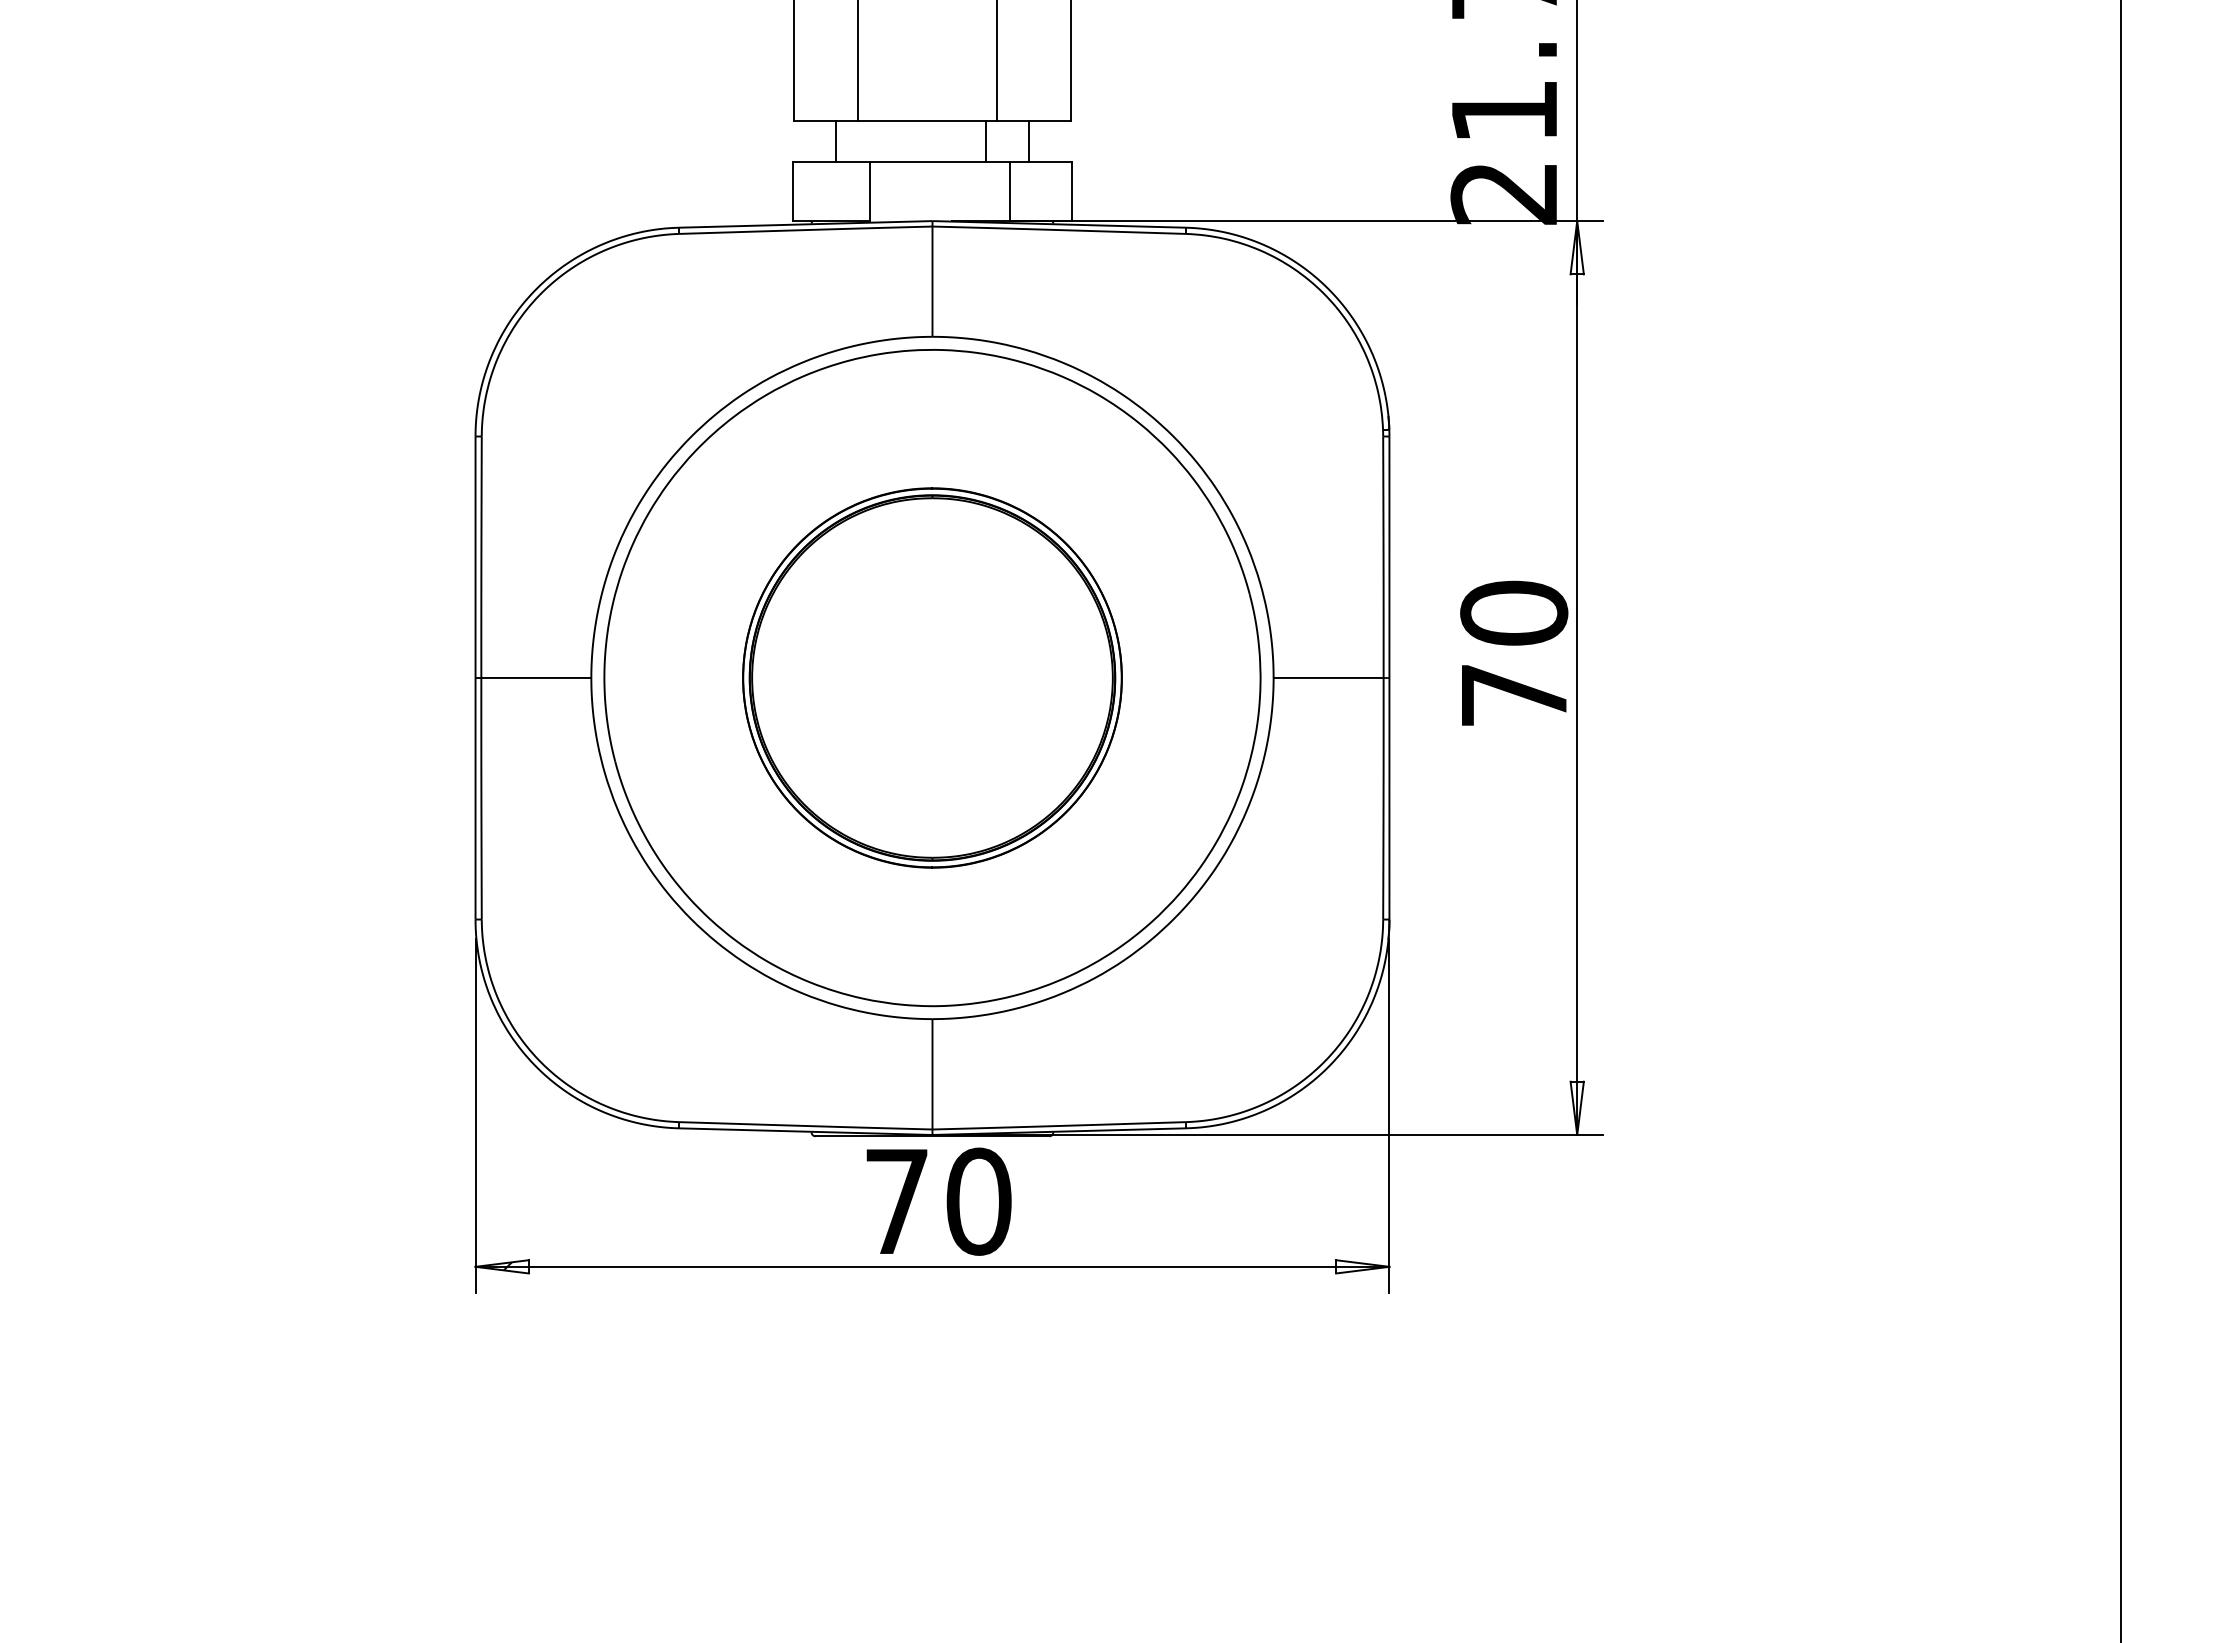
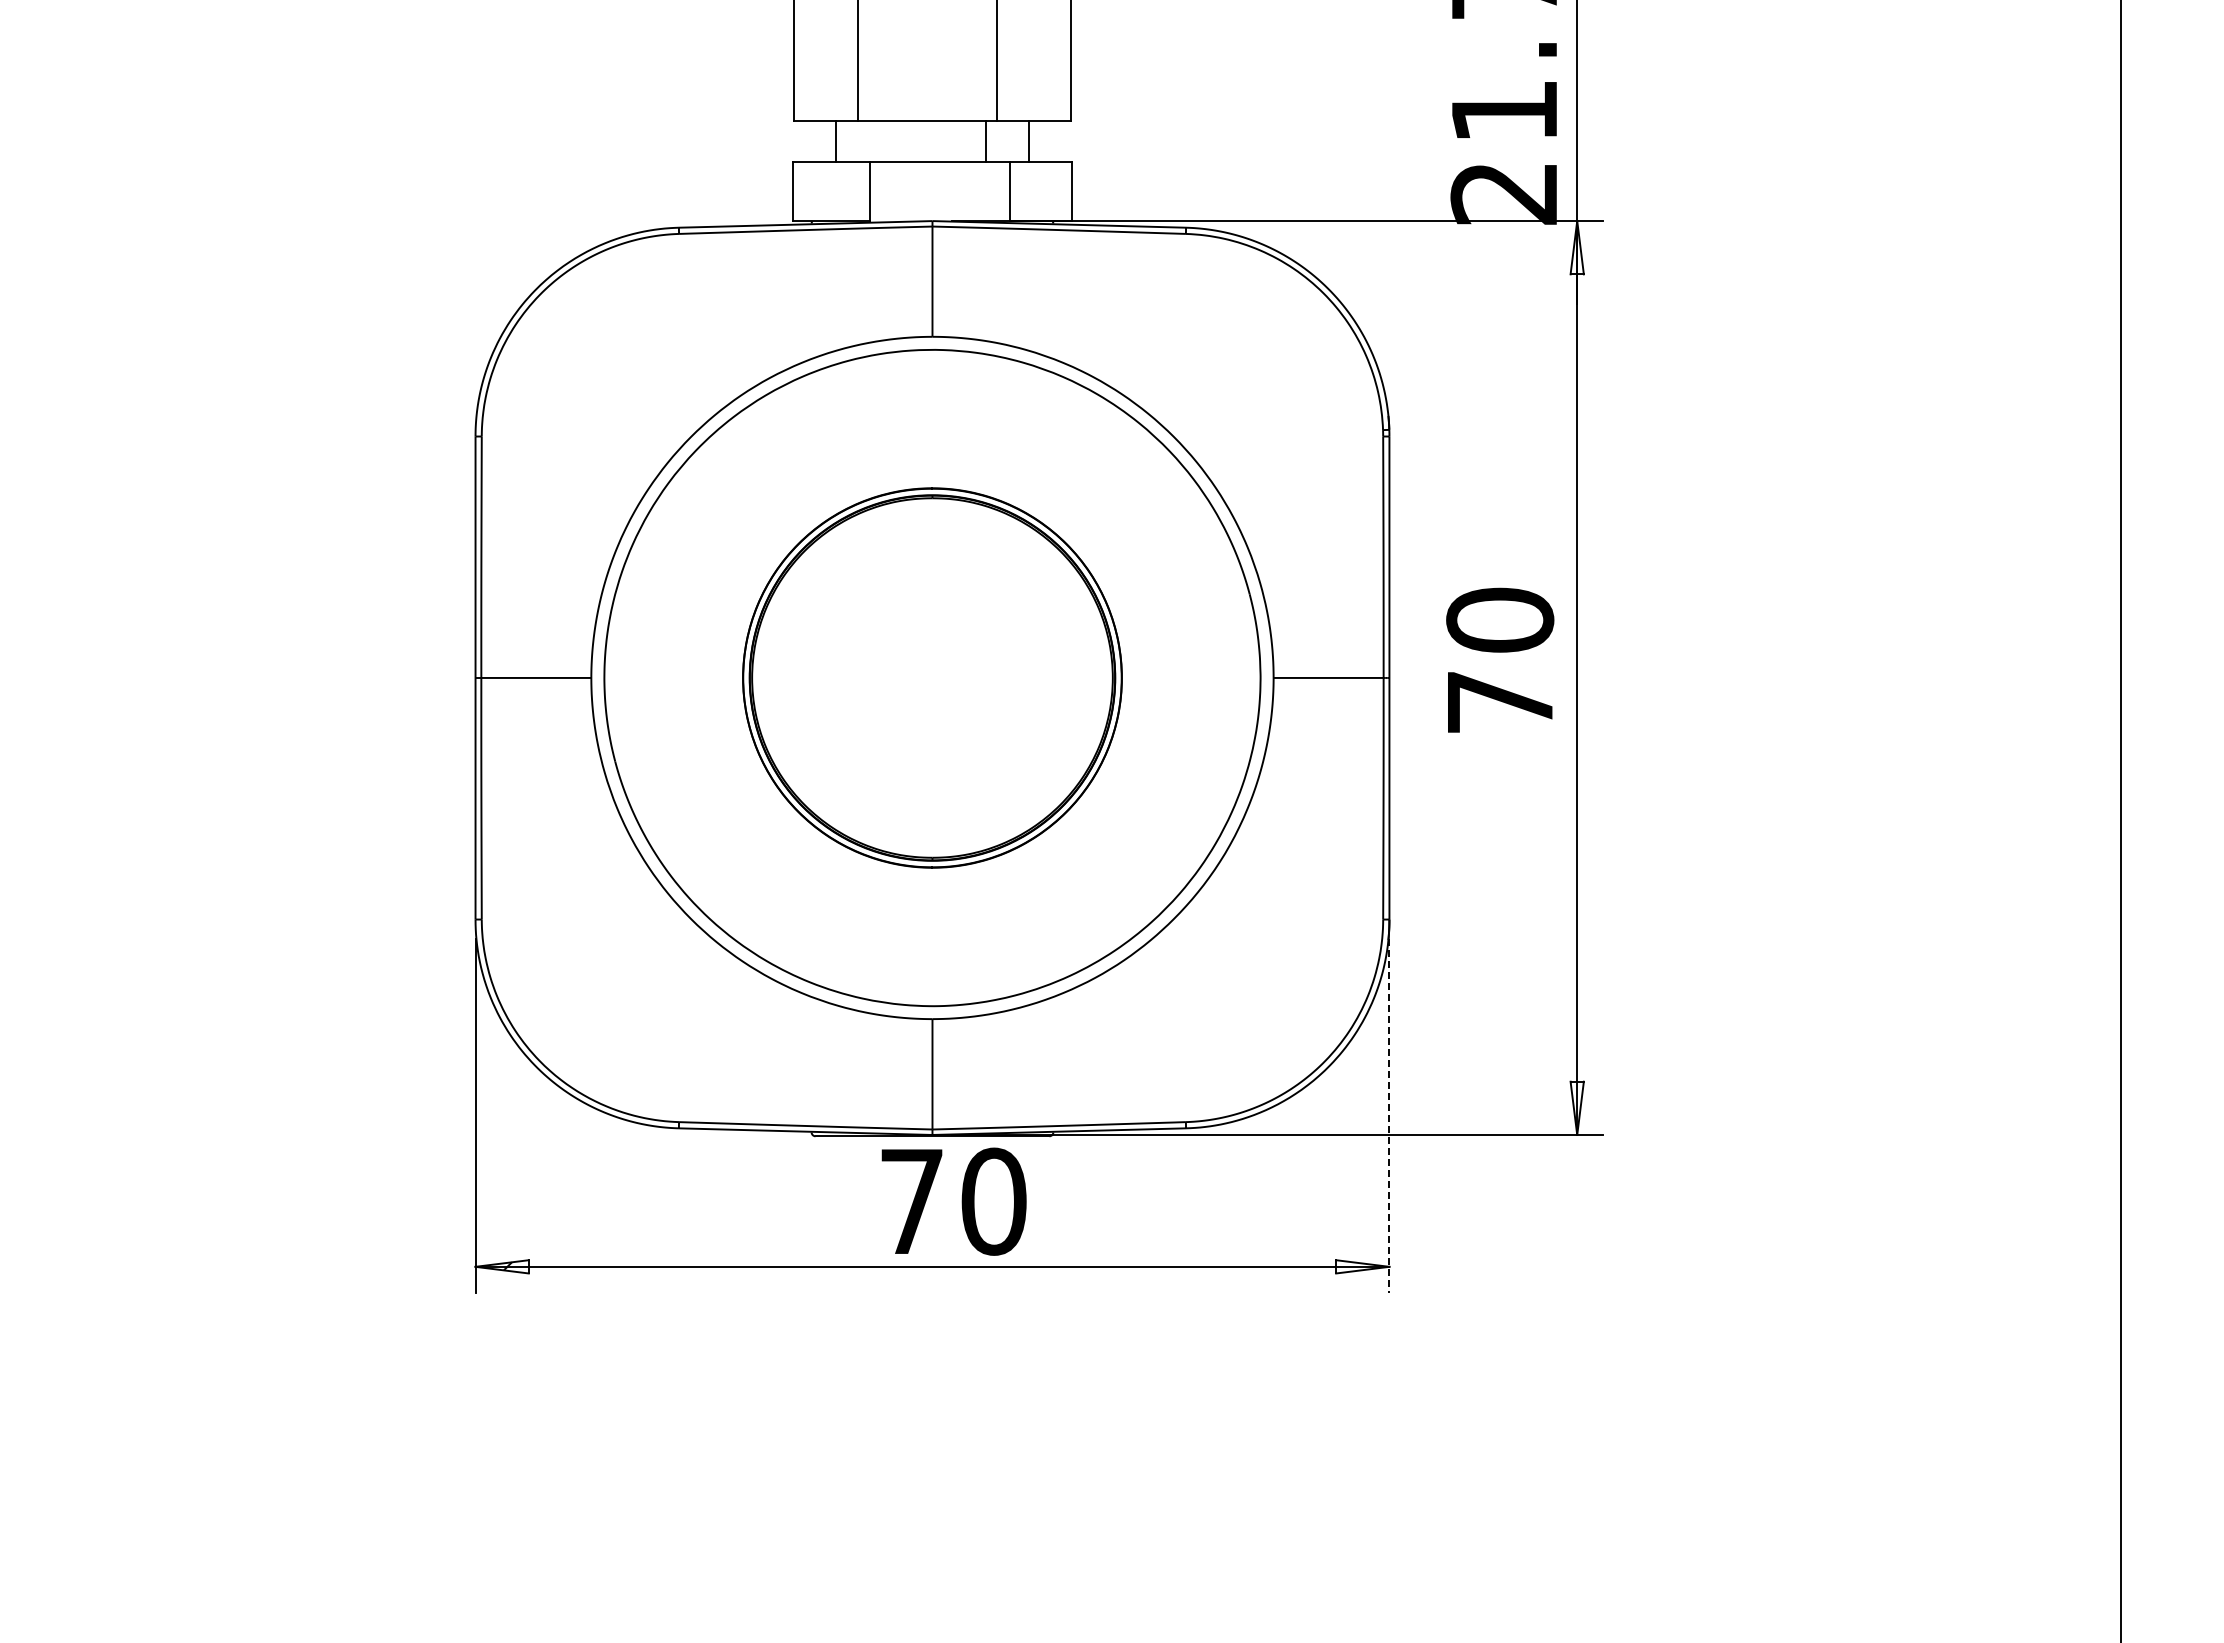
text at (1514, 652) position: (1514, 652) -> (1500, 659)
line at (1389, 1116): solid -> dashed
text at (938, 1201) position: (938, 1201) -> (953, 1201)
